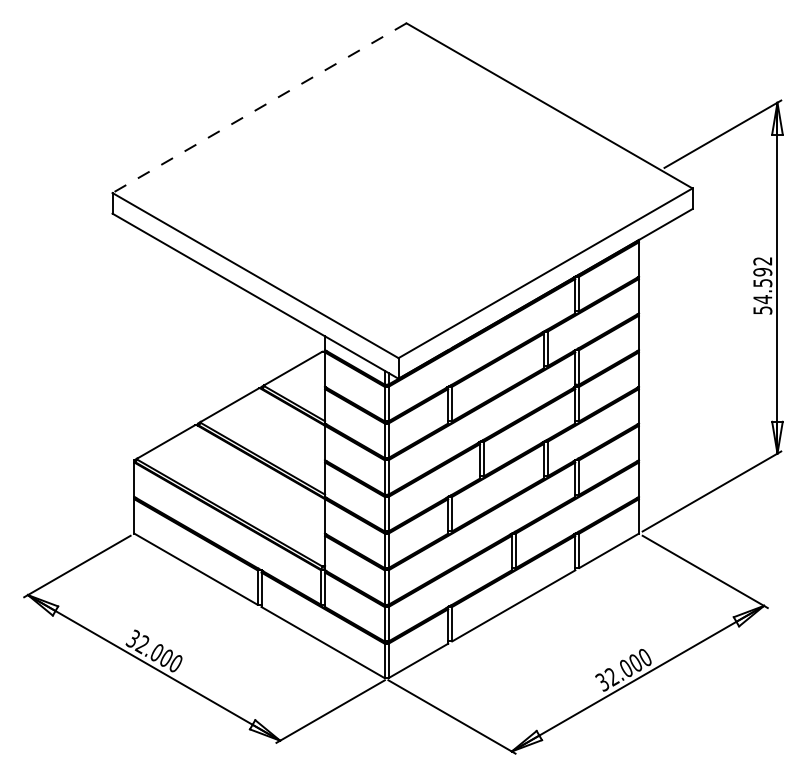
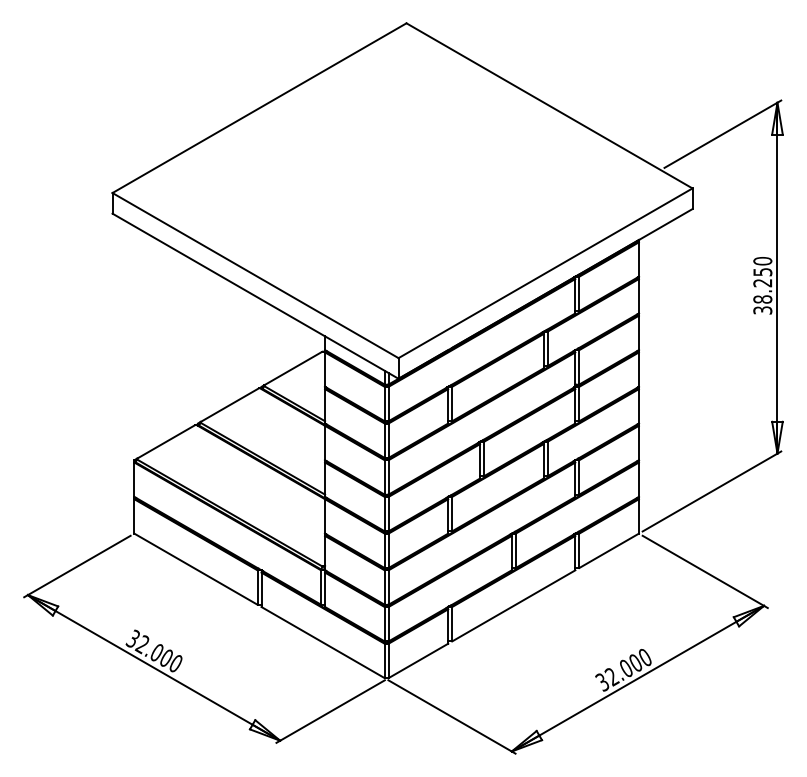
line at (259, 108): dashed -> solid
text at (762, 285): 54.592 -> 38.250
